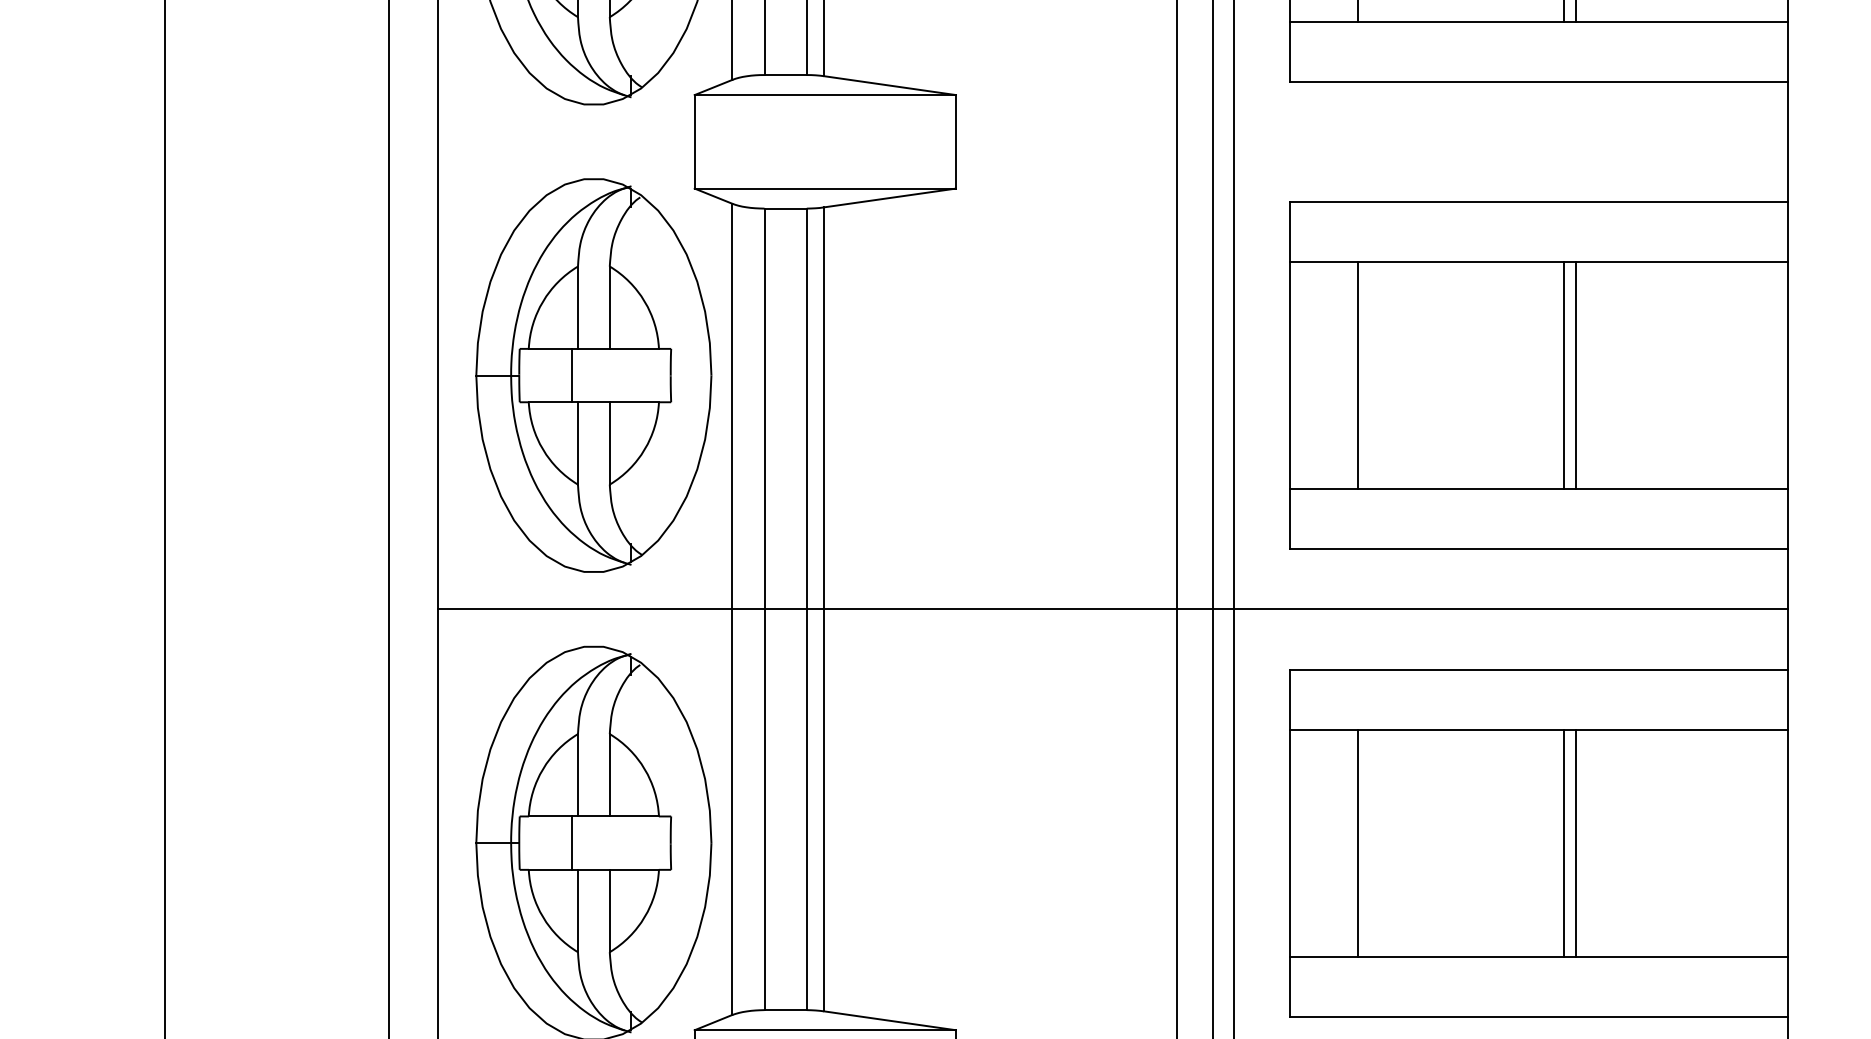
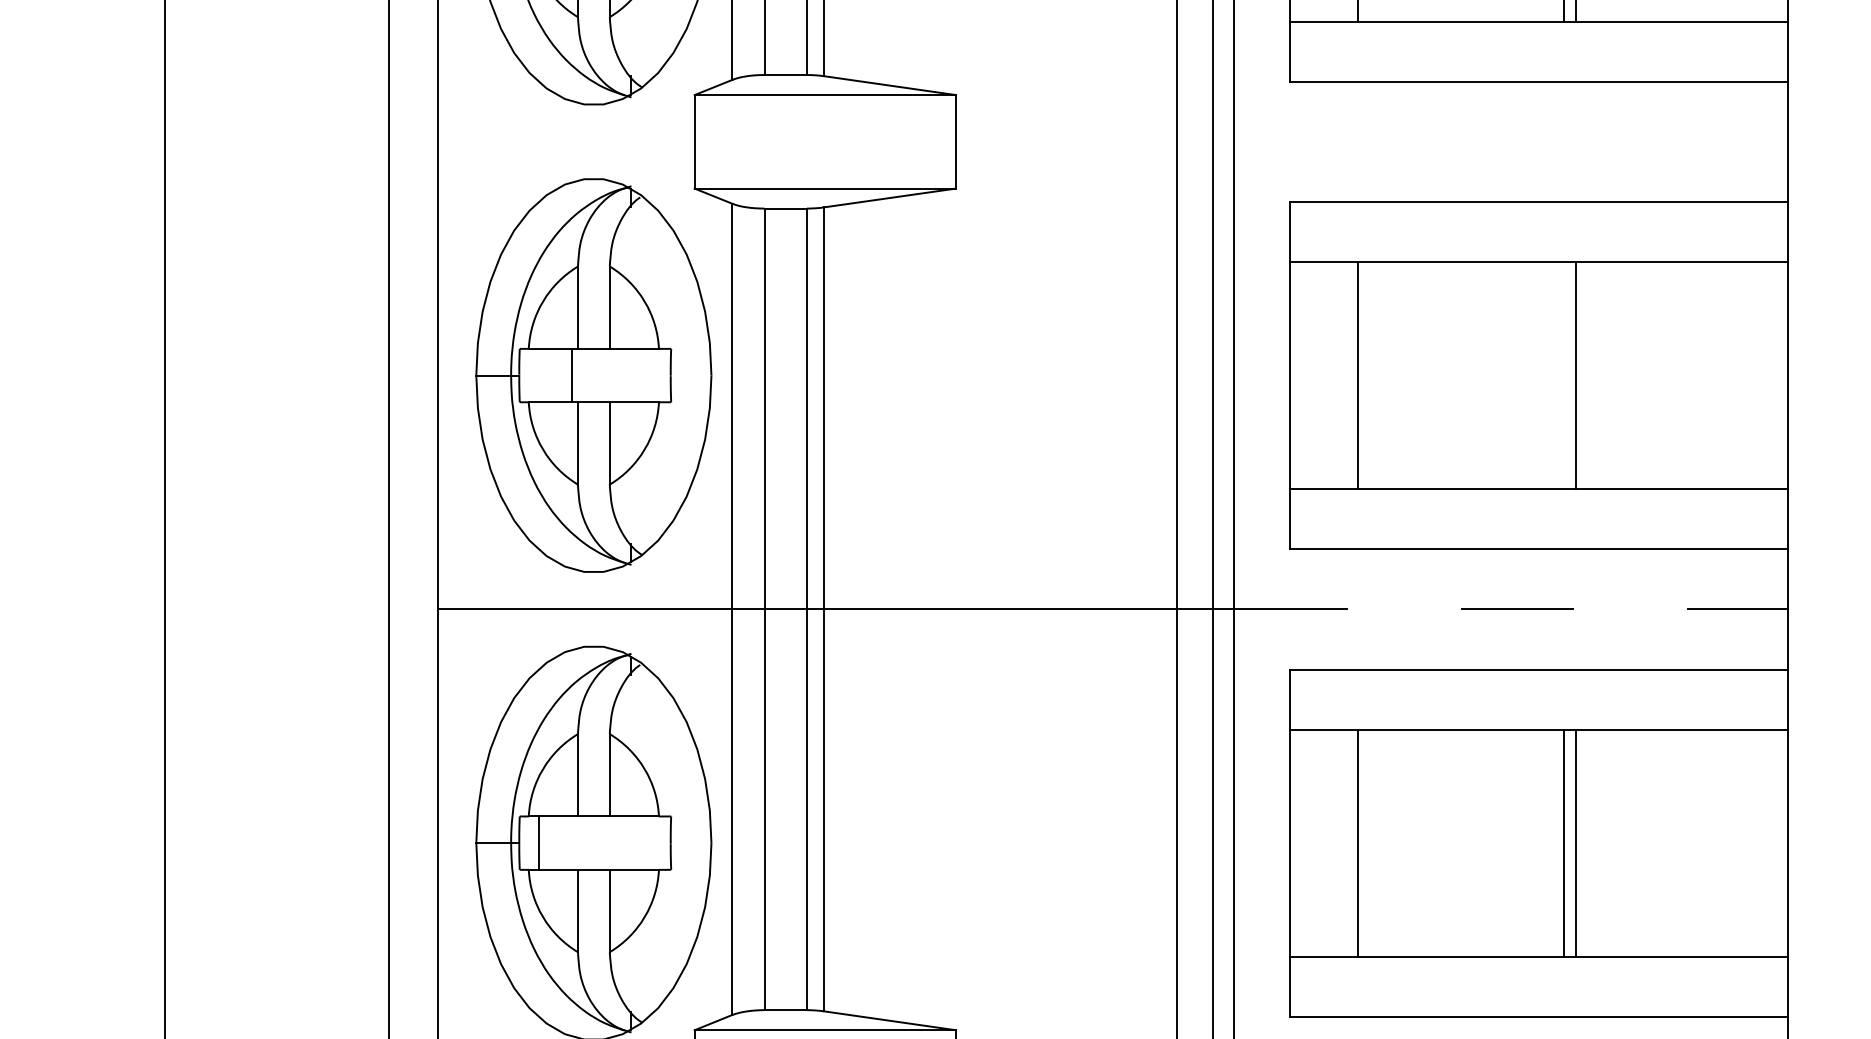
line at (1563, 375): present -> none
line at (1511, 609): solid -> dashed
line at (571, 842) position: (571, 842) -> (538, 842)
